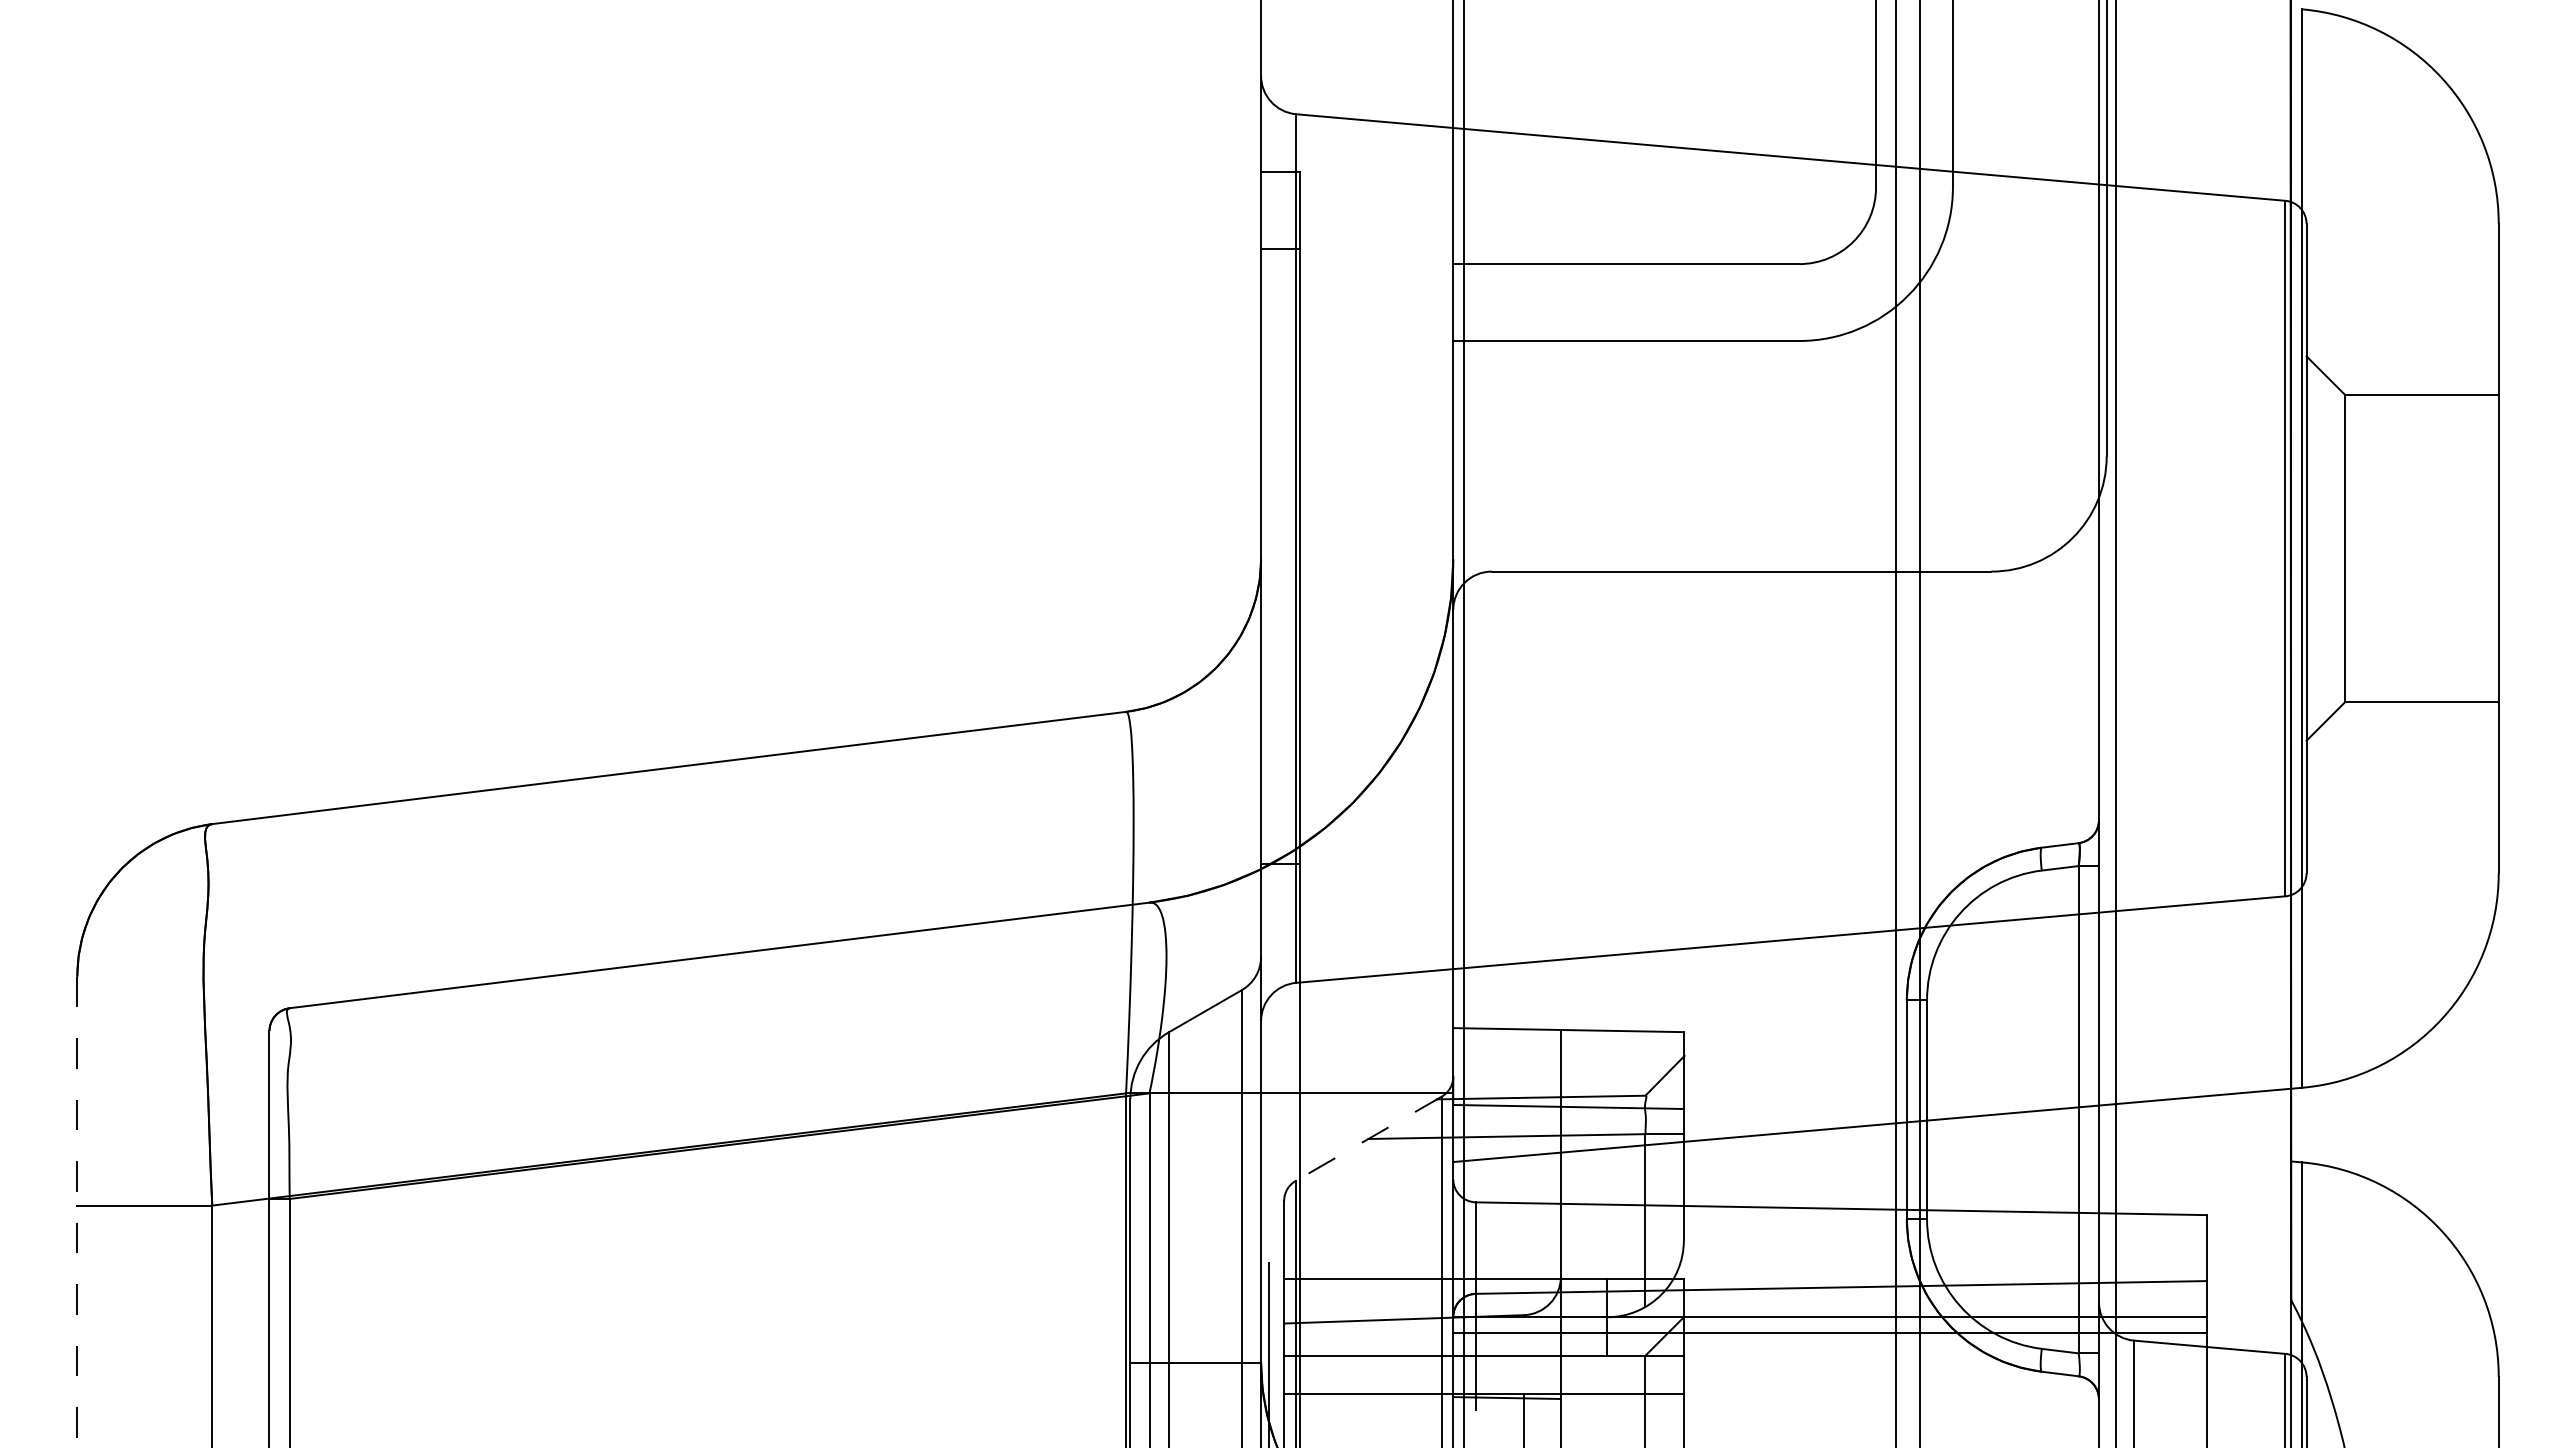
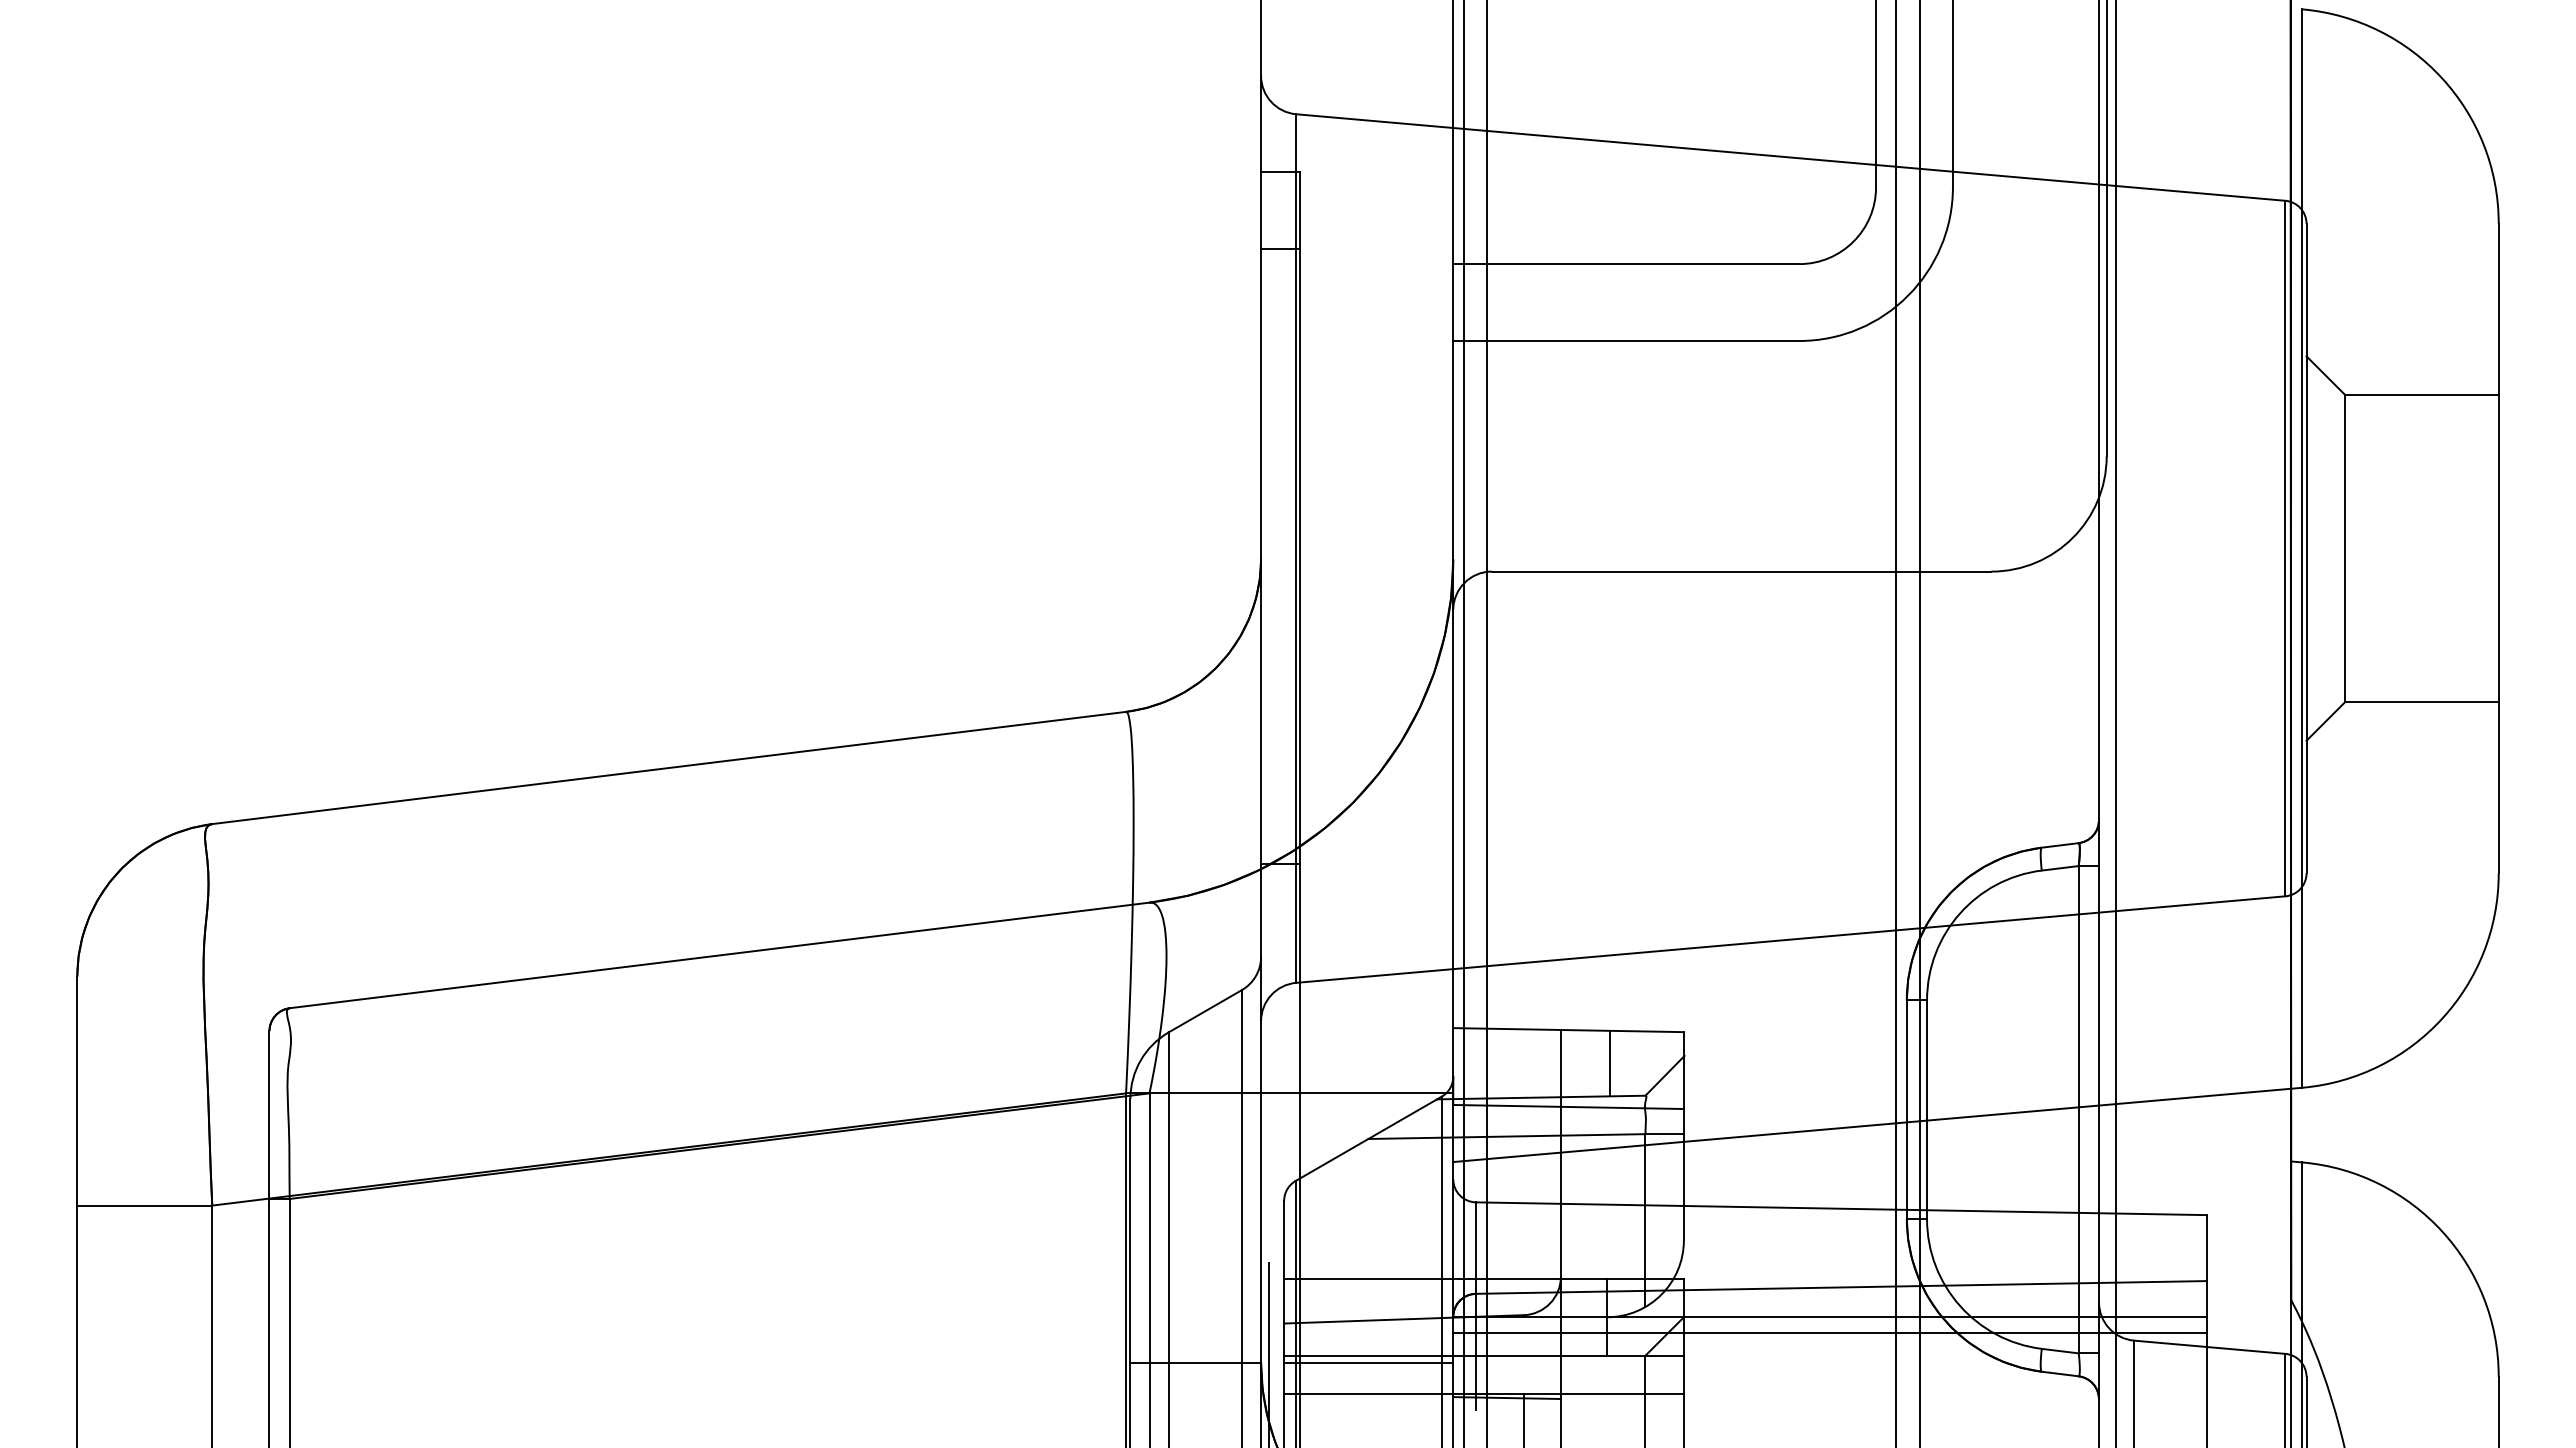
line at (1487, 723): none -> present
line at (1609, 1063): none -> present
line at (1368, 1139): dashed -> solid
line at (77, 1212): dashed -> solid
line at (1368, 1363): none -> present
